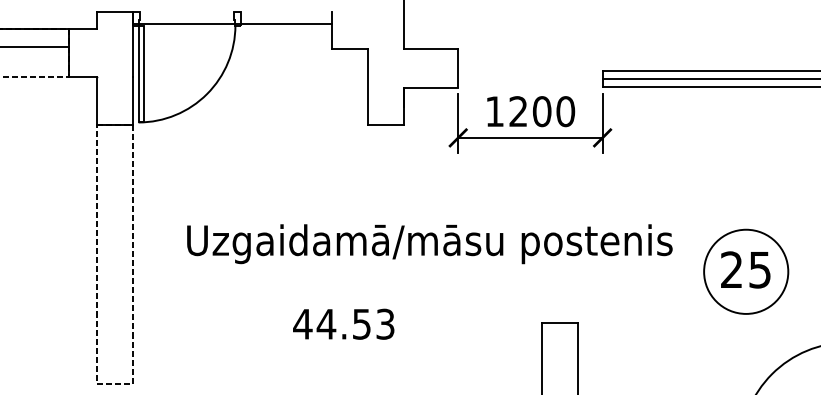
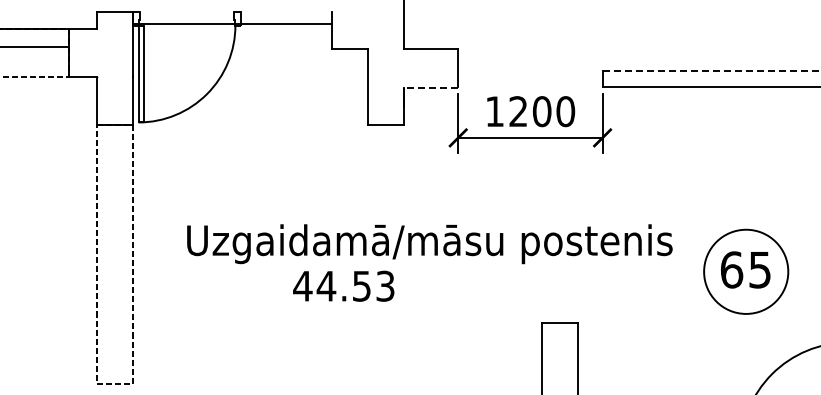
line at (711, 70): solid -> dashed
line at (709, 78): present -> none
line at (430, 87): solid -> dashed
text at (731, 269): 25 -> 65
text at (343, 323) position: (343, 323) -> (343, 285)
